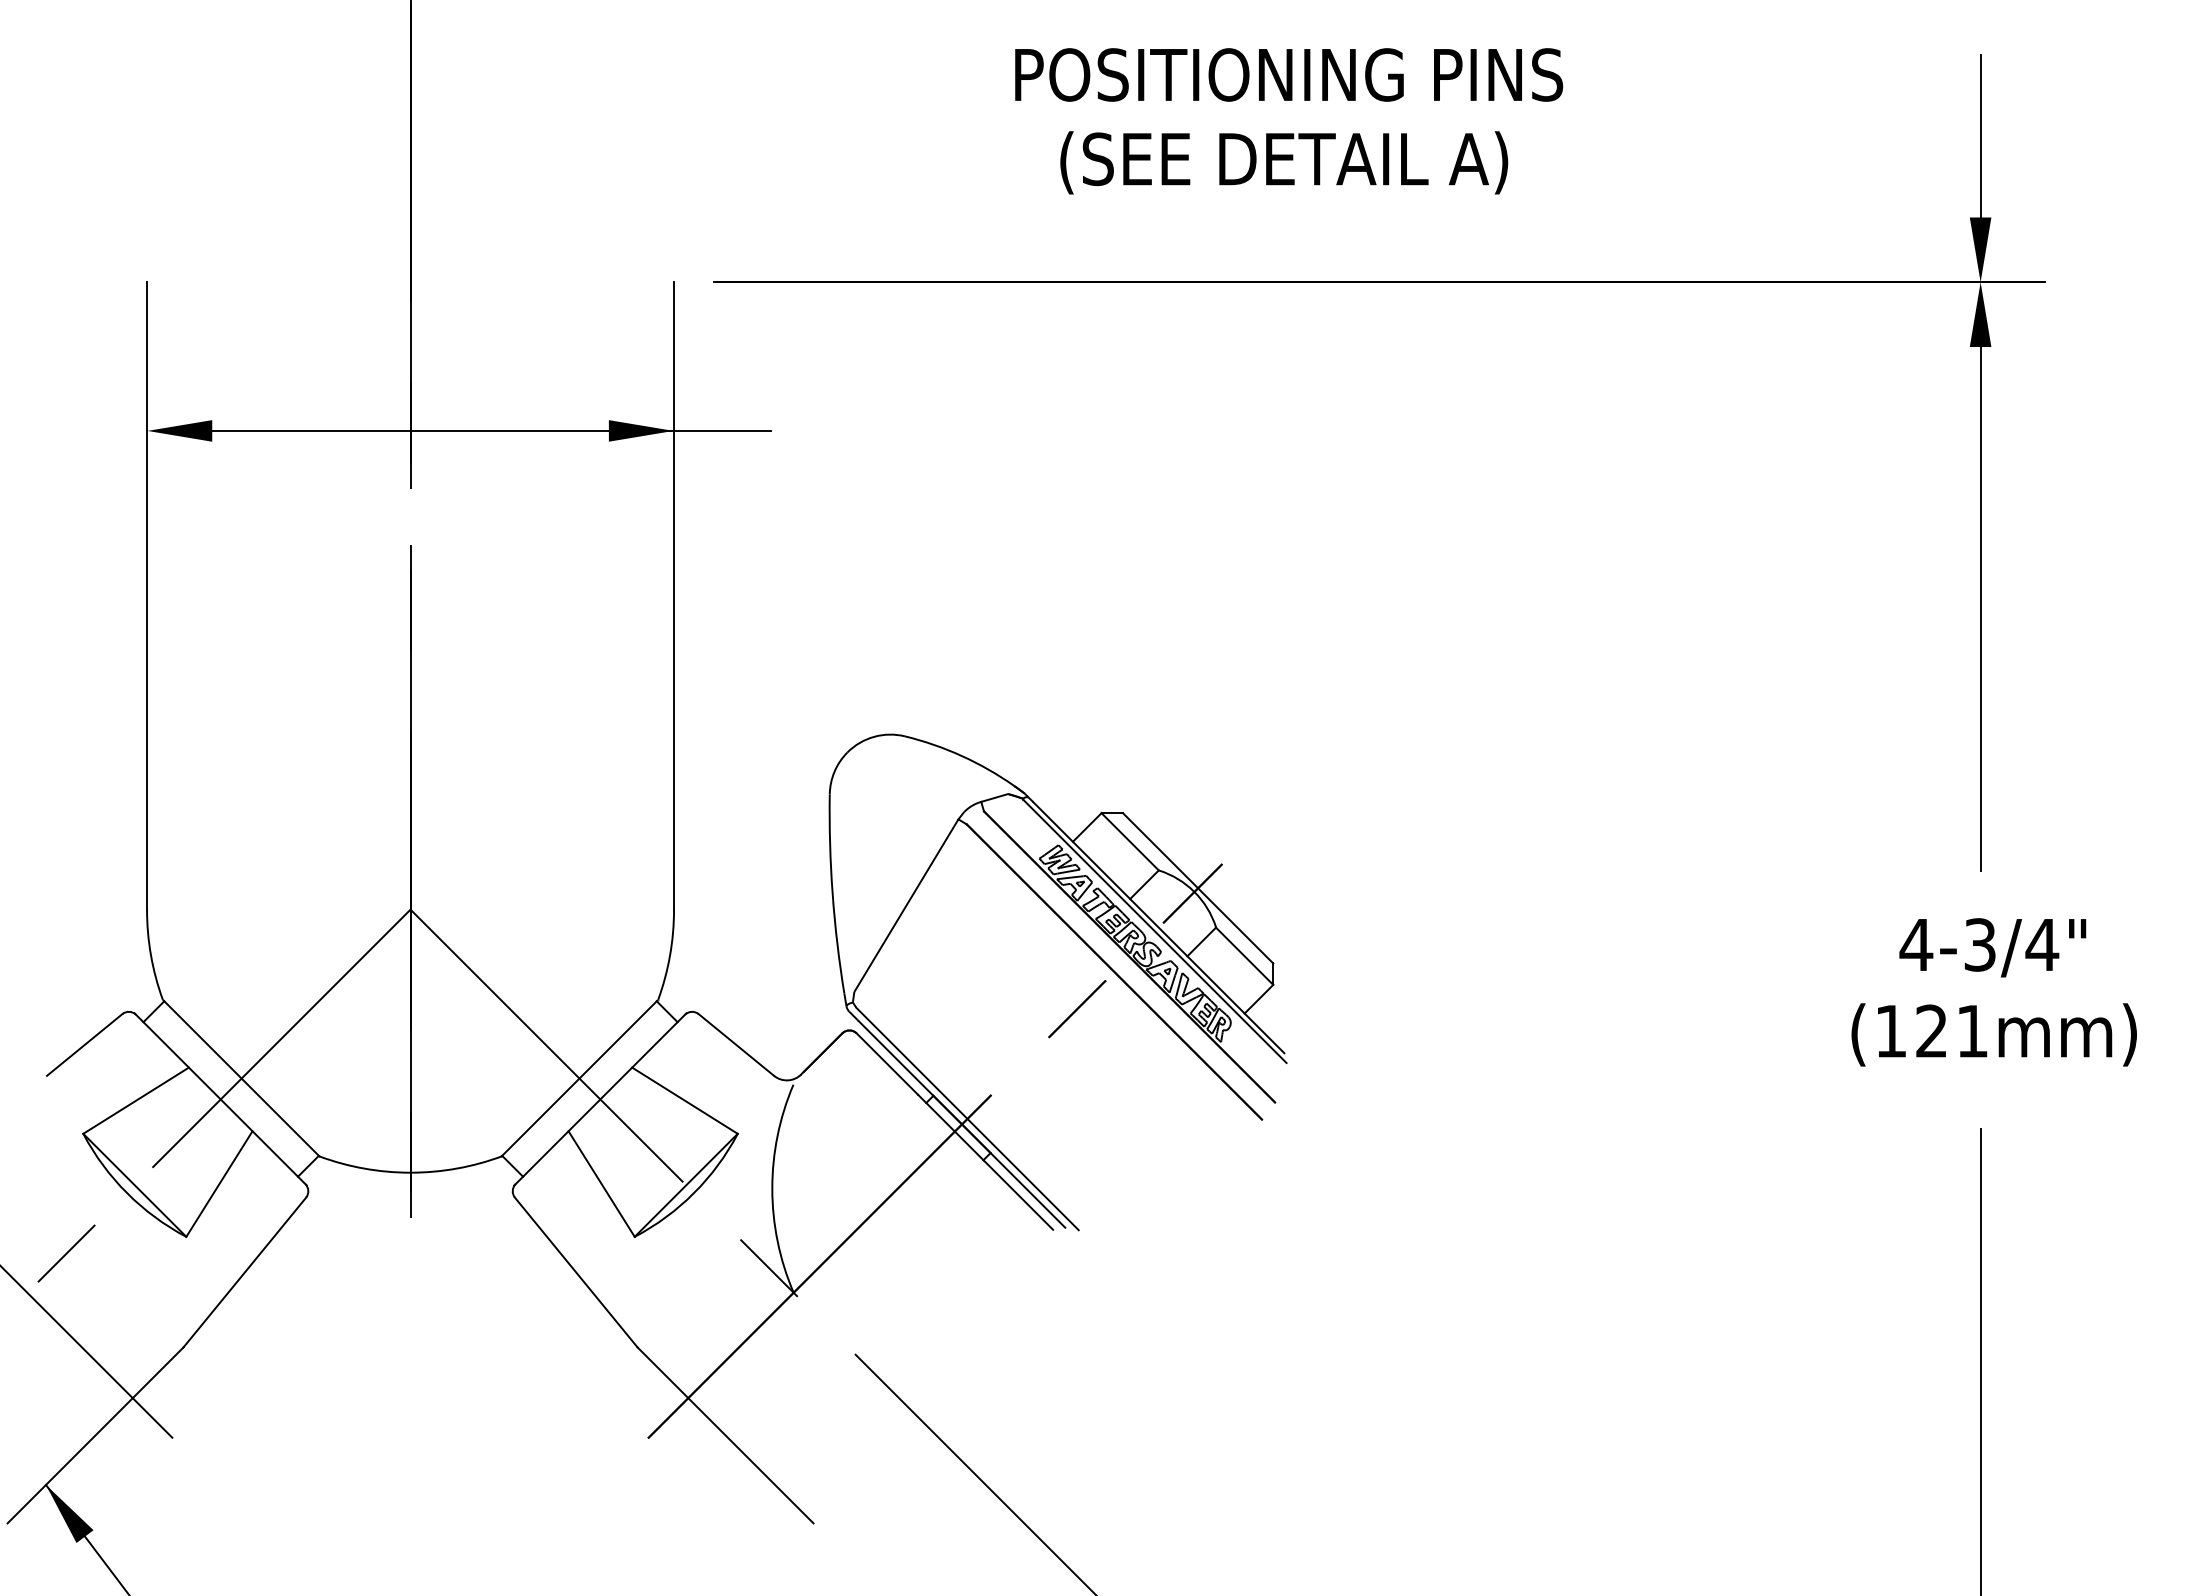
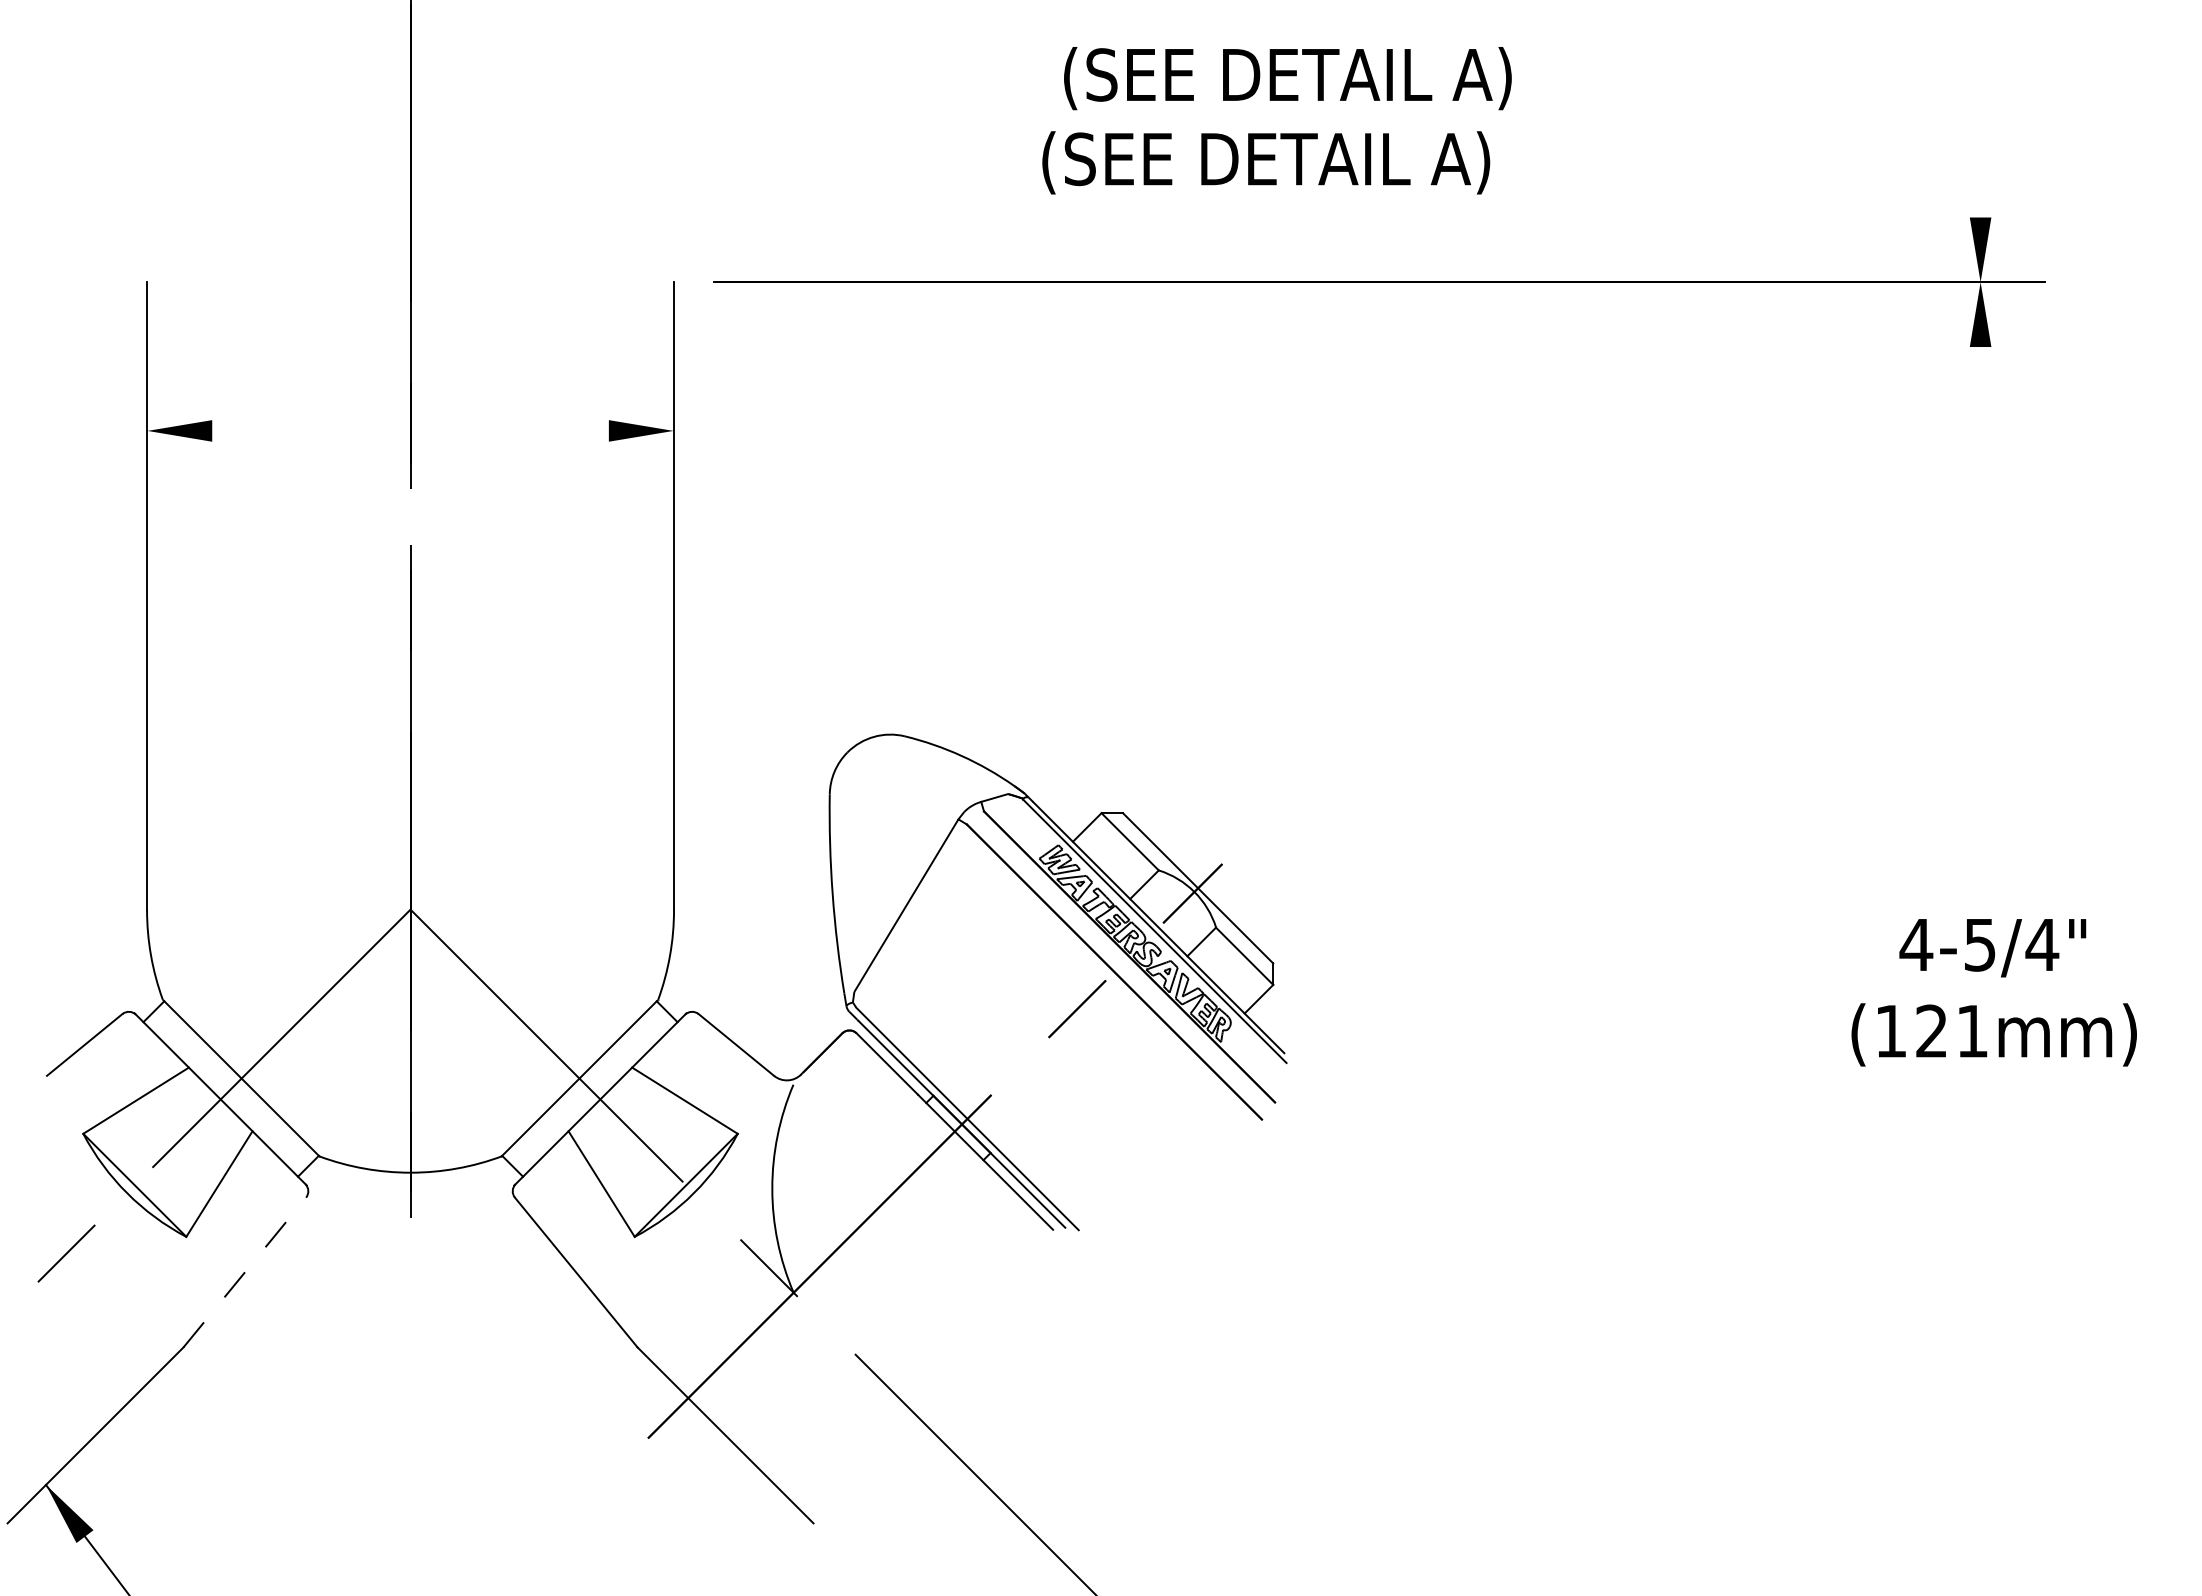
text at (1289, 78): POSITIONING PINS -> (SEE DETAIL A)
line at (1980, 135): present -> none
text at (1284, 162) position: (1284, 162) -> (1266, 162)
line at (491, 430): present -> none
line at (1980, 608): present -> none
text at (1980, 944): 4-3/4" -> 4-5/4"
line at (244, 1272): solid -> dashed
line at (87, 1352): present -> none
line at (1980, 1360): present -> none
